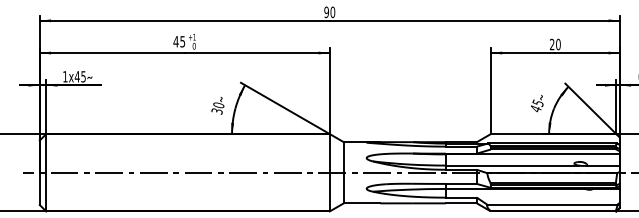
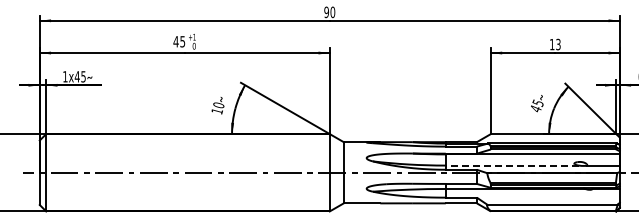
text at (554, 44): 20 -> 13
text at (216, 111): 30 -> 10
line at (512, 165): solid -> dashed
